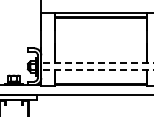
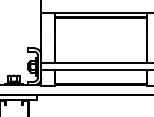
line at (96, 63): dashed -> solid
line at (96, 70): dashed -> solid
